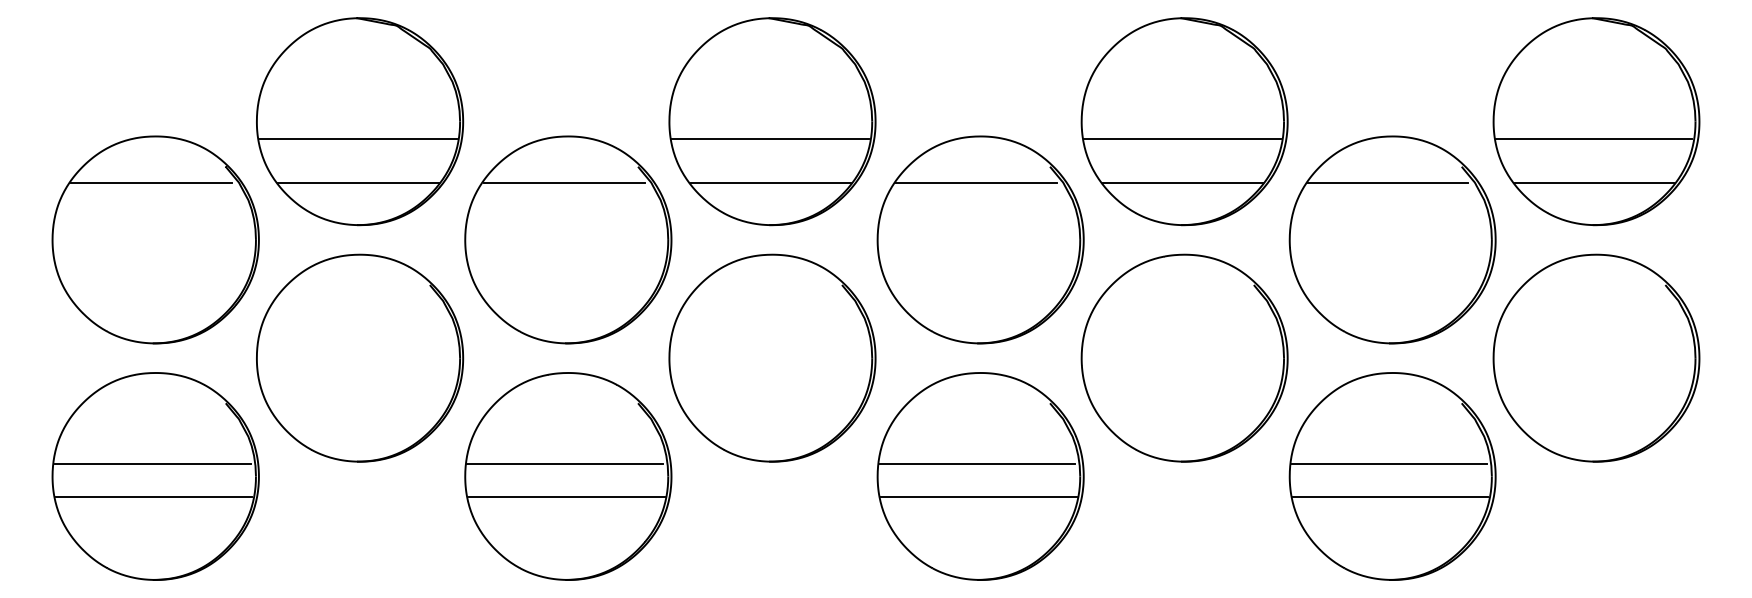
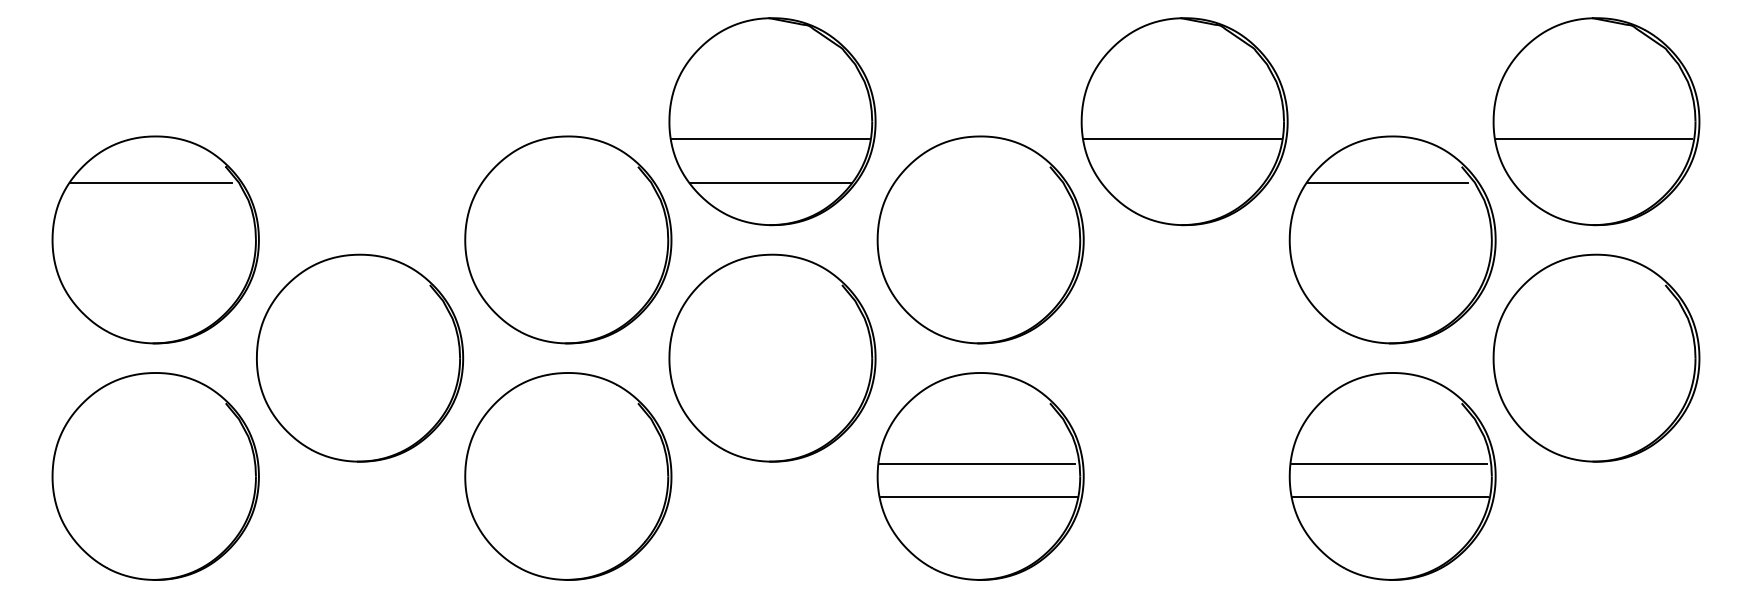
part at (360, 121): present -> none
line at (563, 183): present -> none
line at (975, 183): present -> none
line at (1182, 183): present -> none
line at (1594, 183): present -> none
part at (1184, 357): present -> none
line at (152, 463): present -> none
line at (565, 463): present -> none
line at (153, 497): present -> none
line at (566, 497): present -> none
